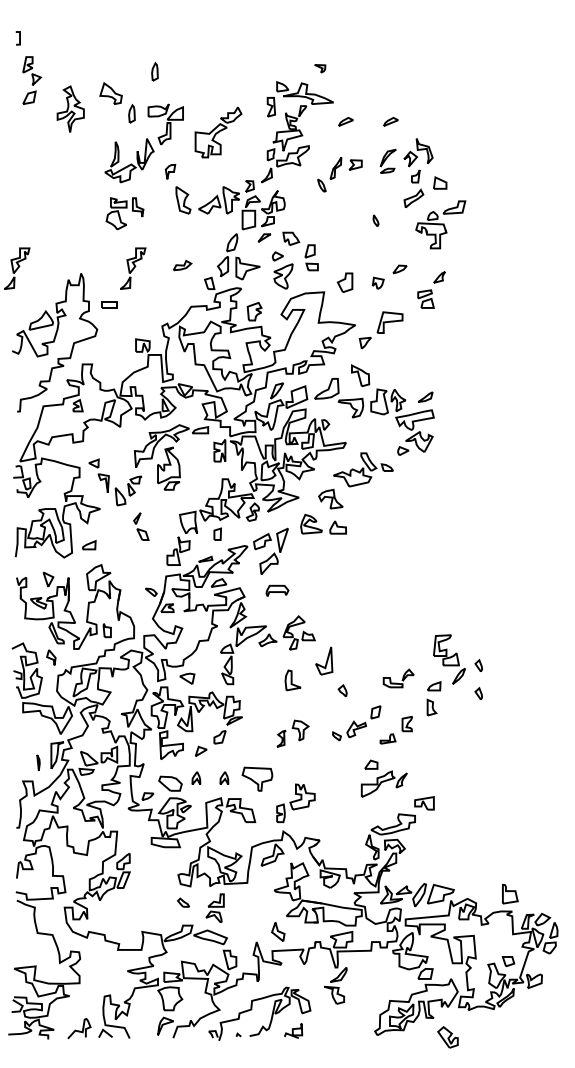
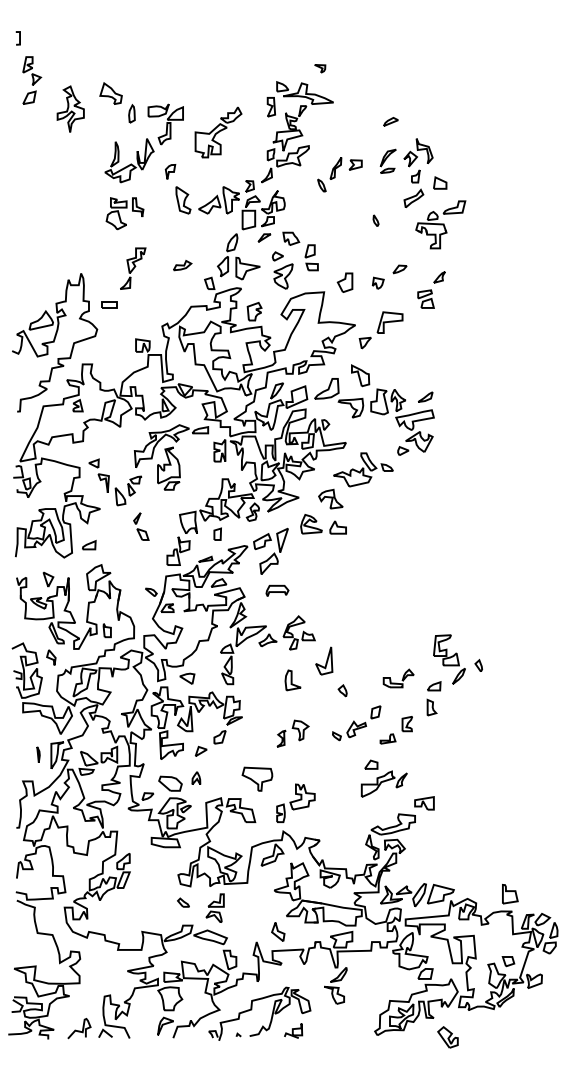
part at (154, 71): present -> none
part at (345, 121): present -> none
part at (17, 268): present -> none
part at (478, 693): present -> none
part at (38, 762) position: (38, 762) -> (38, 754)
part at (224, 777): present -> none
